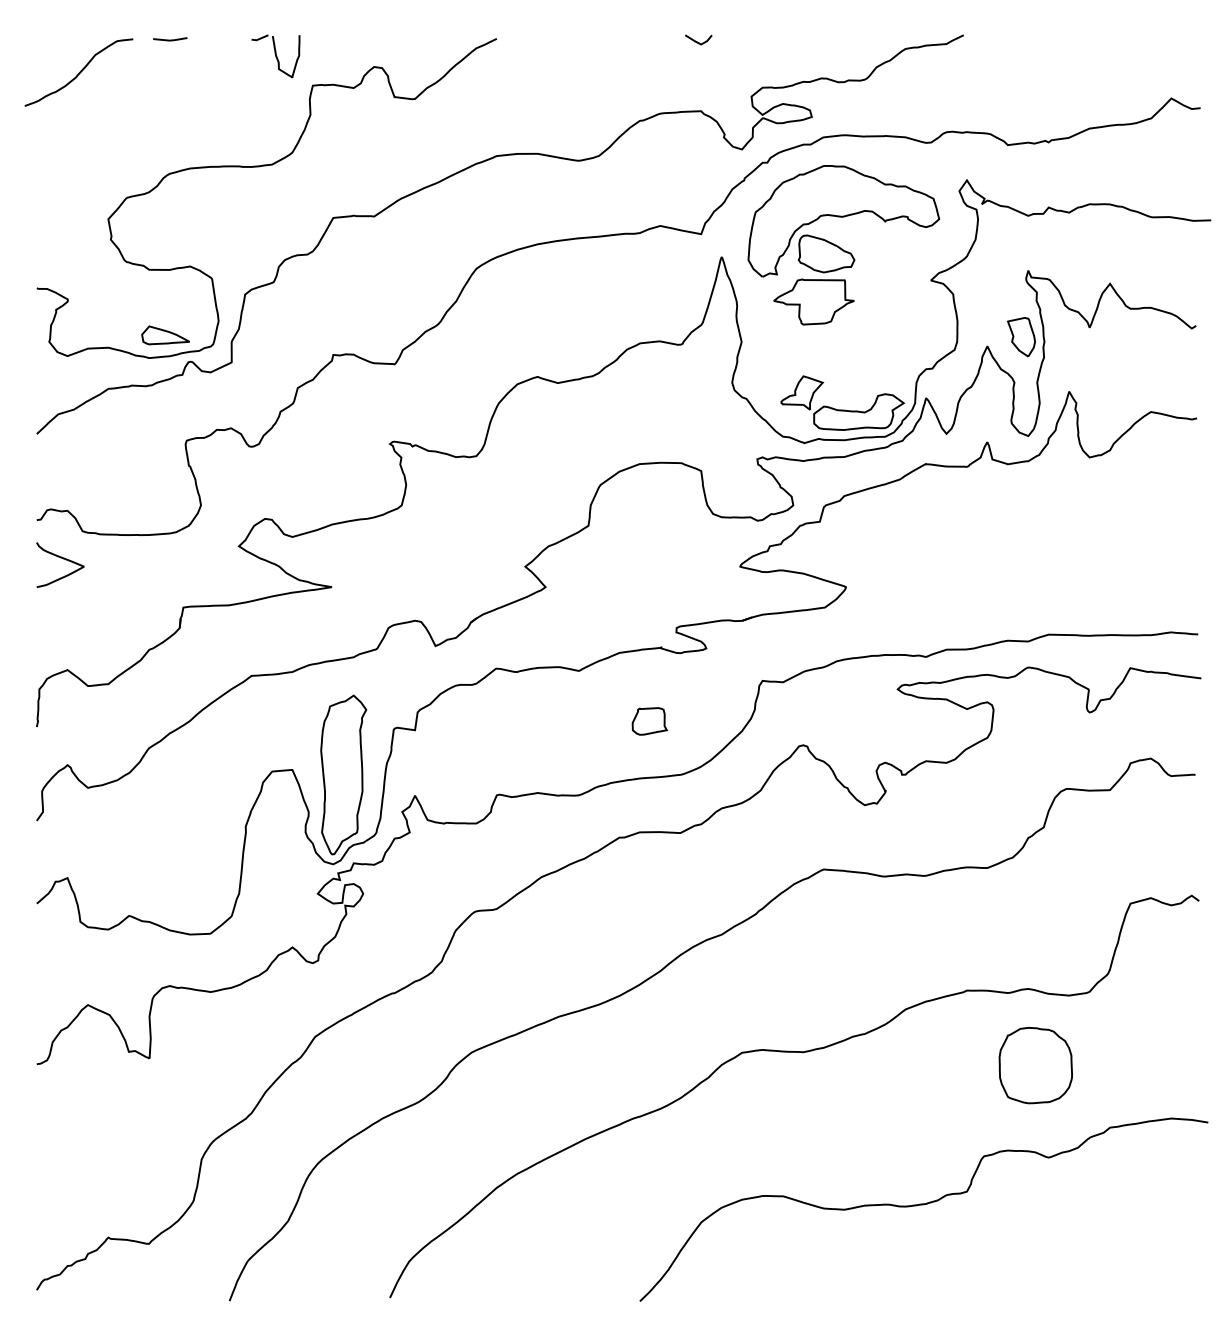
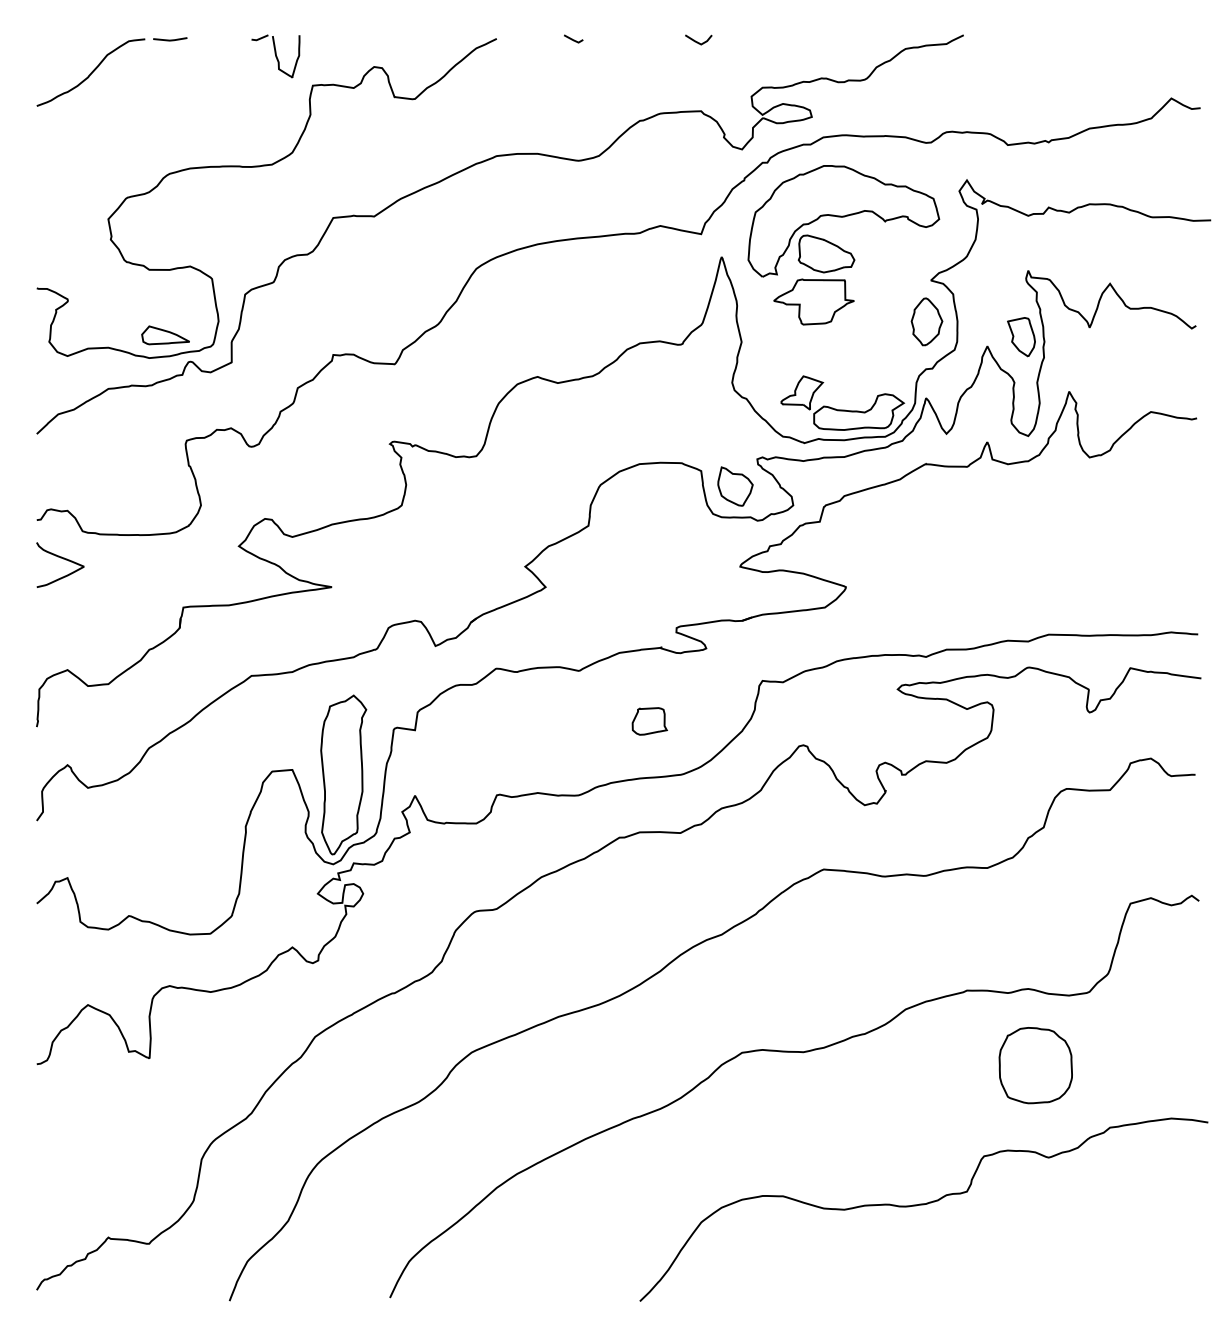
line at (572, 38): none -> present
curve at (78, 72) position: (78, 72) -> (90, 72)
part at (926, 321): none -> present
part at (735, 486): none -> present
